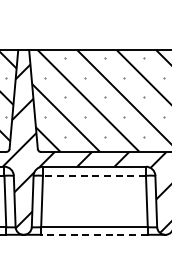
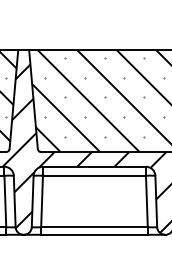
line at (94, 175): dashed -> solid
line at (93, 234): dashed -> solid
